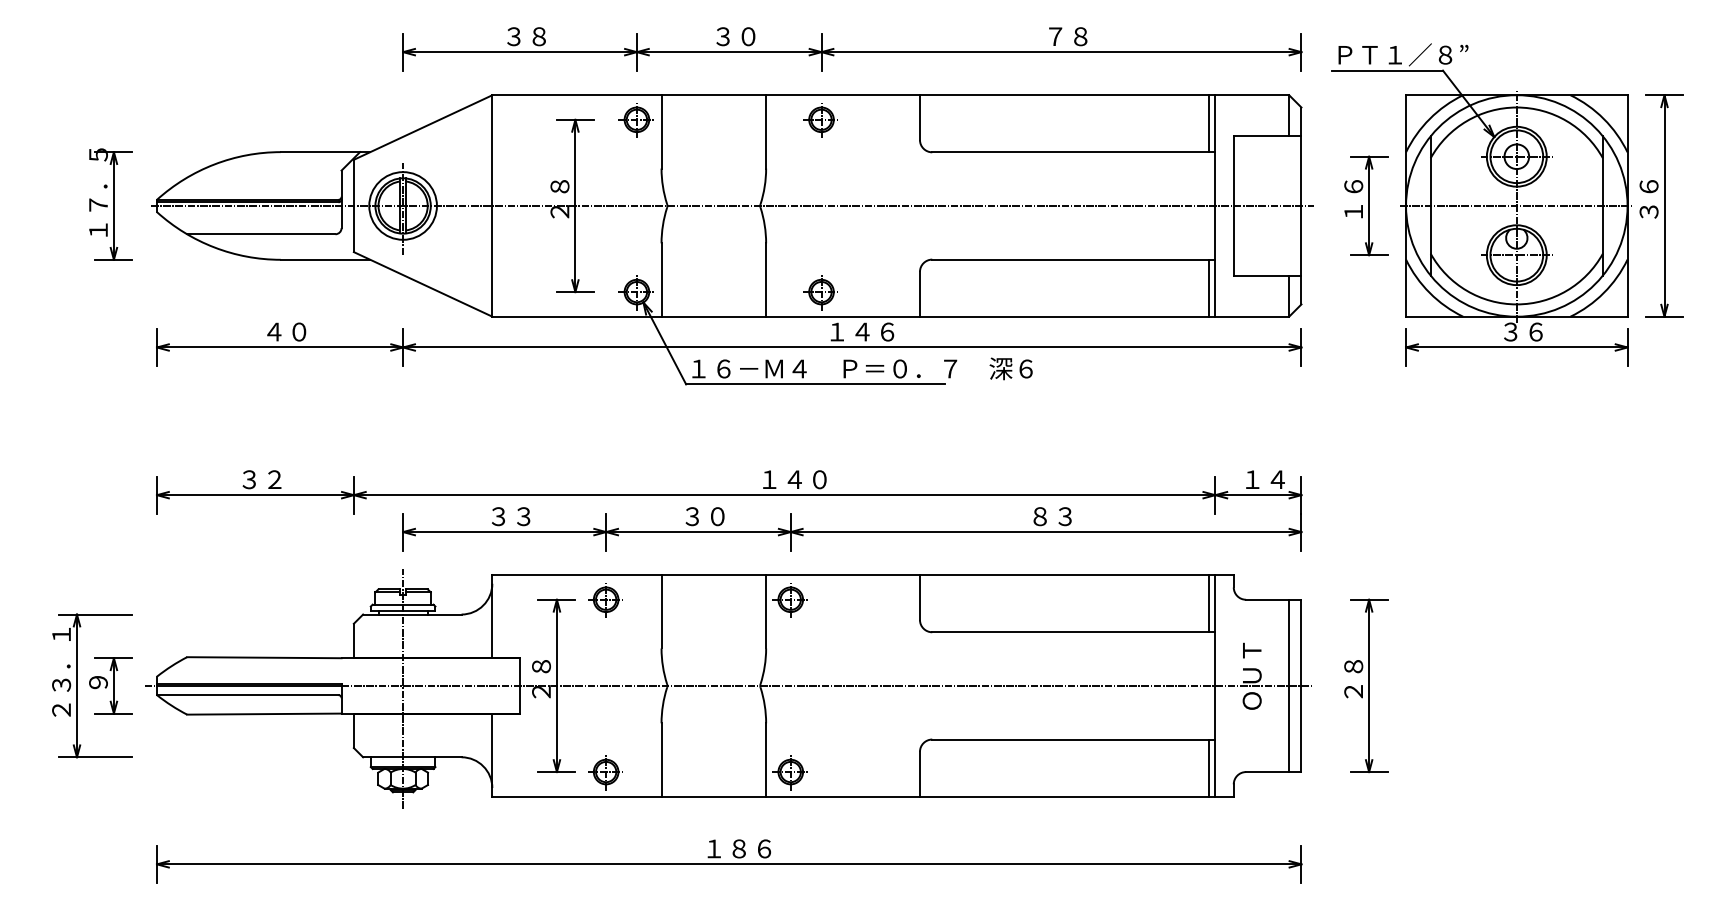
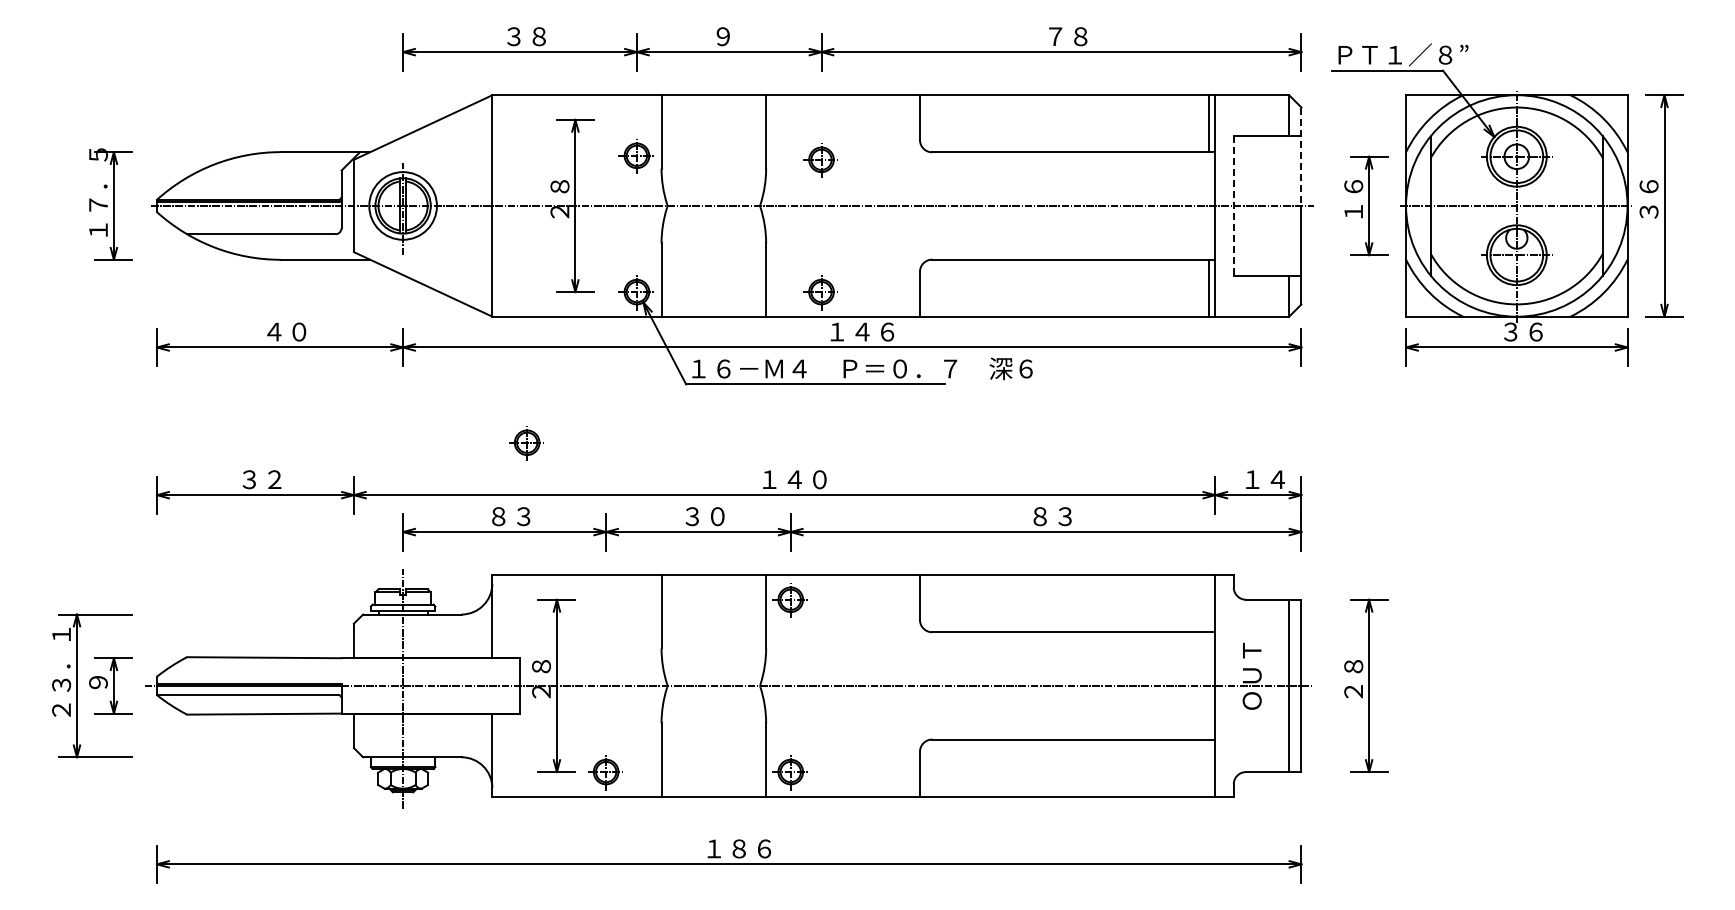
text at (735, 36): ３０ -> ９
part at (635, 120) position: (635, 120) -> (635, 156)
part at (820, 120) position: (820, 120) -> (820, 160)
line at (1301, 157): solid -> dashed
line at (1233, 205): solid -> dashed
text at (498, 516): ３３ -> ８３
part at (605, 600) position: (605, 600) -> (526, 443)
line at (1209, 603): present -> none
line at (1209, 767): present -> none
